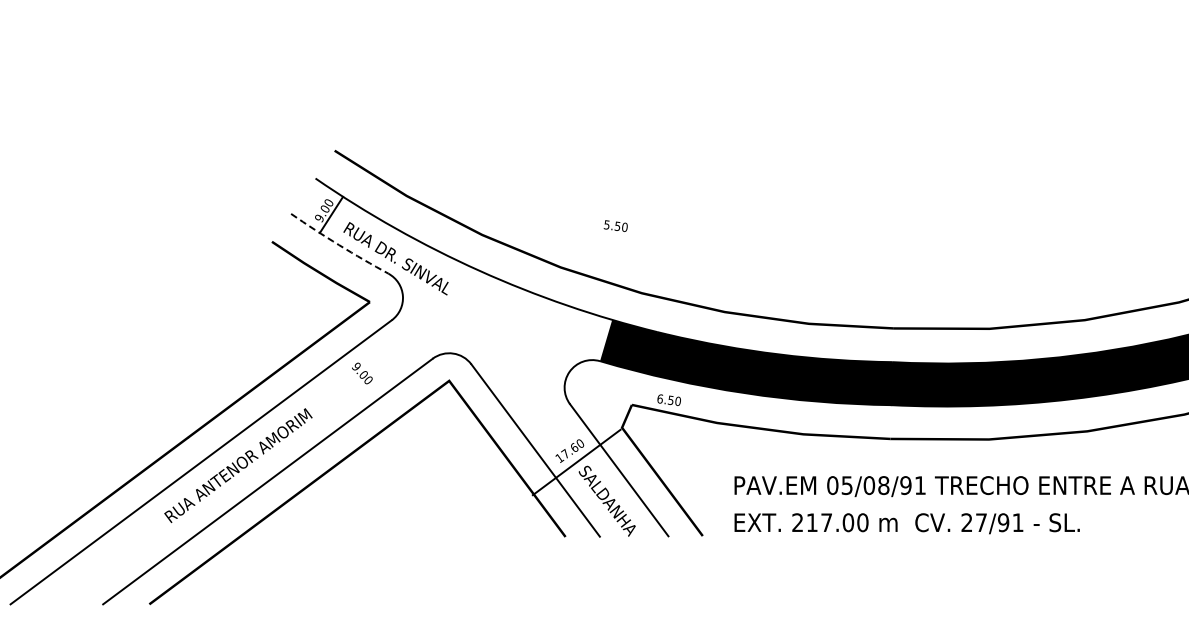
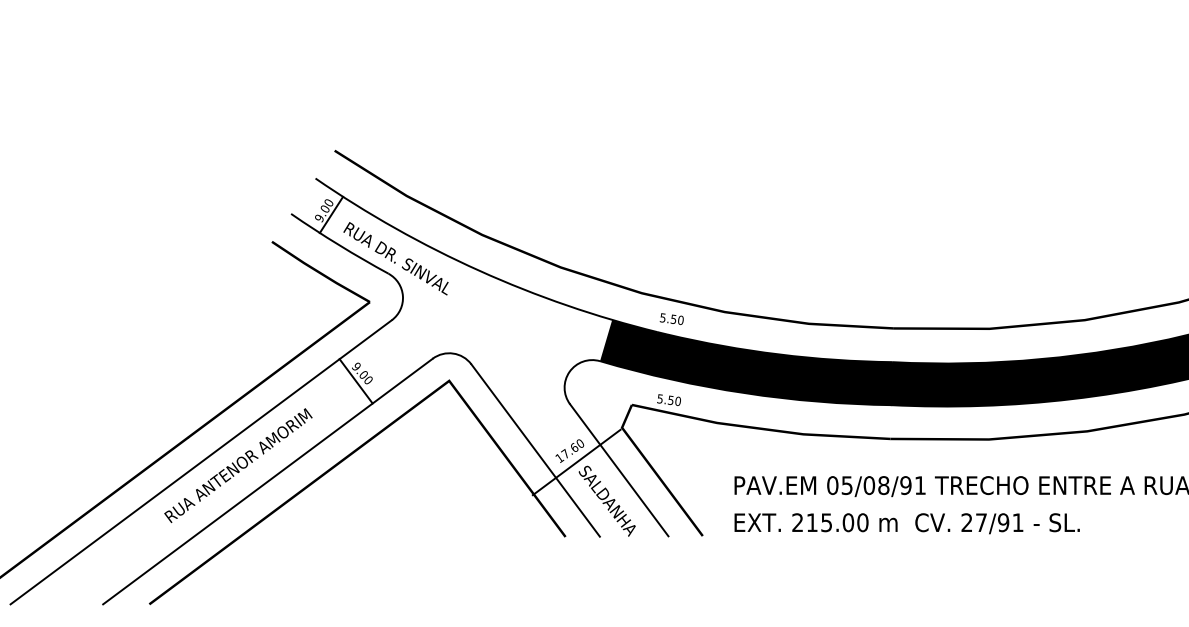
text at (615, 225) position: (615, 225) -> (671, 318)
arc at (339, 245): dashed -> solid
line at (355, 381): none -> present
text at (660, 398): 6.50 -> 5.50
text at (826, 522): 217.00 -> 215.00
